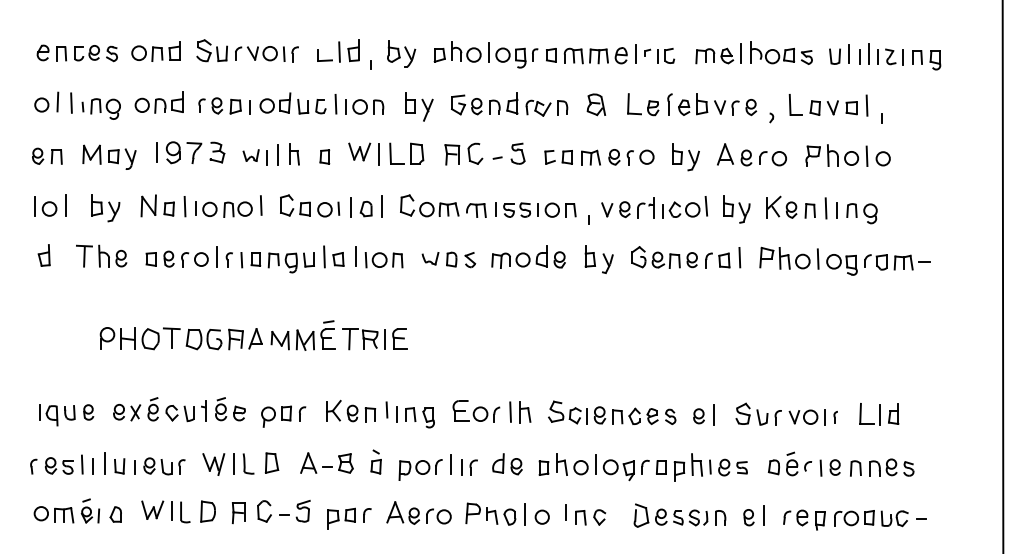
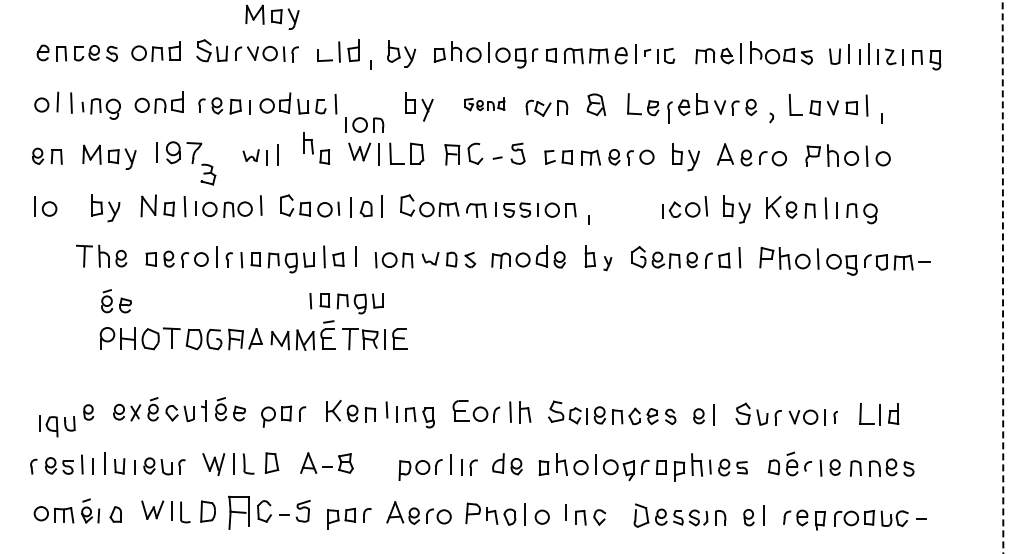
part at (272, 16): none -> present
part at (484, 103) size: 68x24 px -> 42x15 px
part at (669, 104) position: (669, 104) -> (669, 112)
part at (364, 106) position: (364, 106) -> (364, 124)
part at (217, 152) position: (217, 152) -> (208, 174)
part at (294, 154) position: (294, 154) -> (308, 143)
line at (65, 205): present -> none
part at (627, 207): present -> none
part at (43, 255): present -> none
part at (383, 260) position: (383, 260) -> (393, 260)
part at (607, 263) size: 12x21 px -> 10x16 px
line at (1003, 277): solid -> dashed
part at (116, 301): none -> present
part at (346, 303): none -> present
part at (57, 415) position: (57, 415) -> (57, 426)
part at (375, 461): present -> none
part at (238, 513) size: 15x23 px -> 22x35 px
